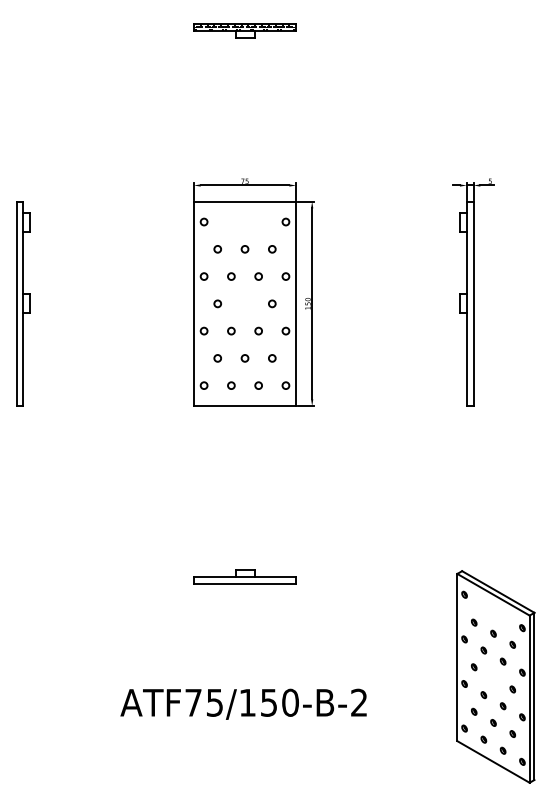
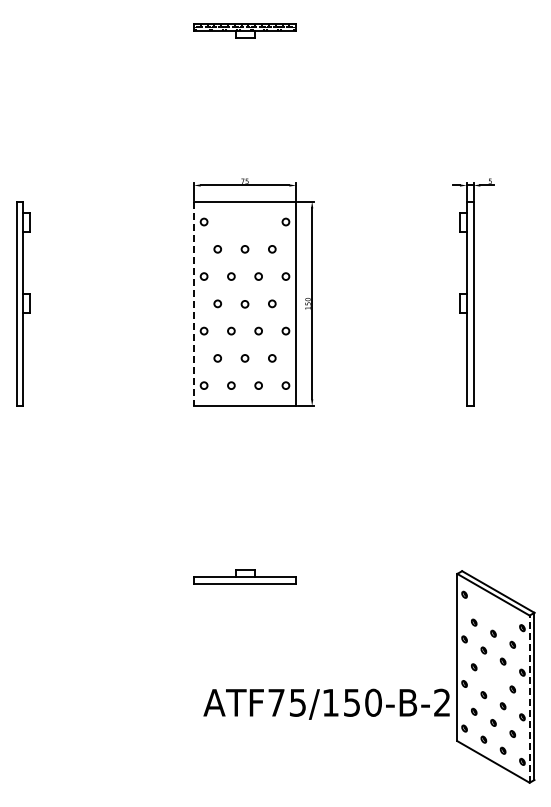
line at (193, 304): solid -> dashed
circle at (244, 304): none -> present
line at (529, 699): solid -> dashed
text at (243, 703) position: (243, 703) -> (326, 703)
